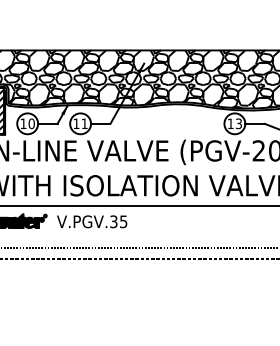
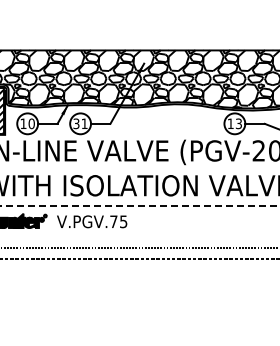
text at (76, 123): 11 -> 31
line at (140, 206): solid -> dashed
text at (113, 221): V.PGV.35 -> V.PGV.75
